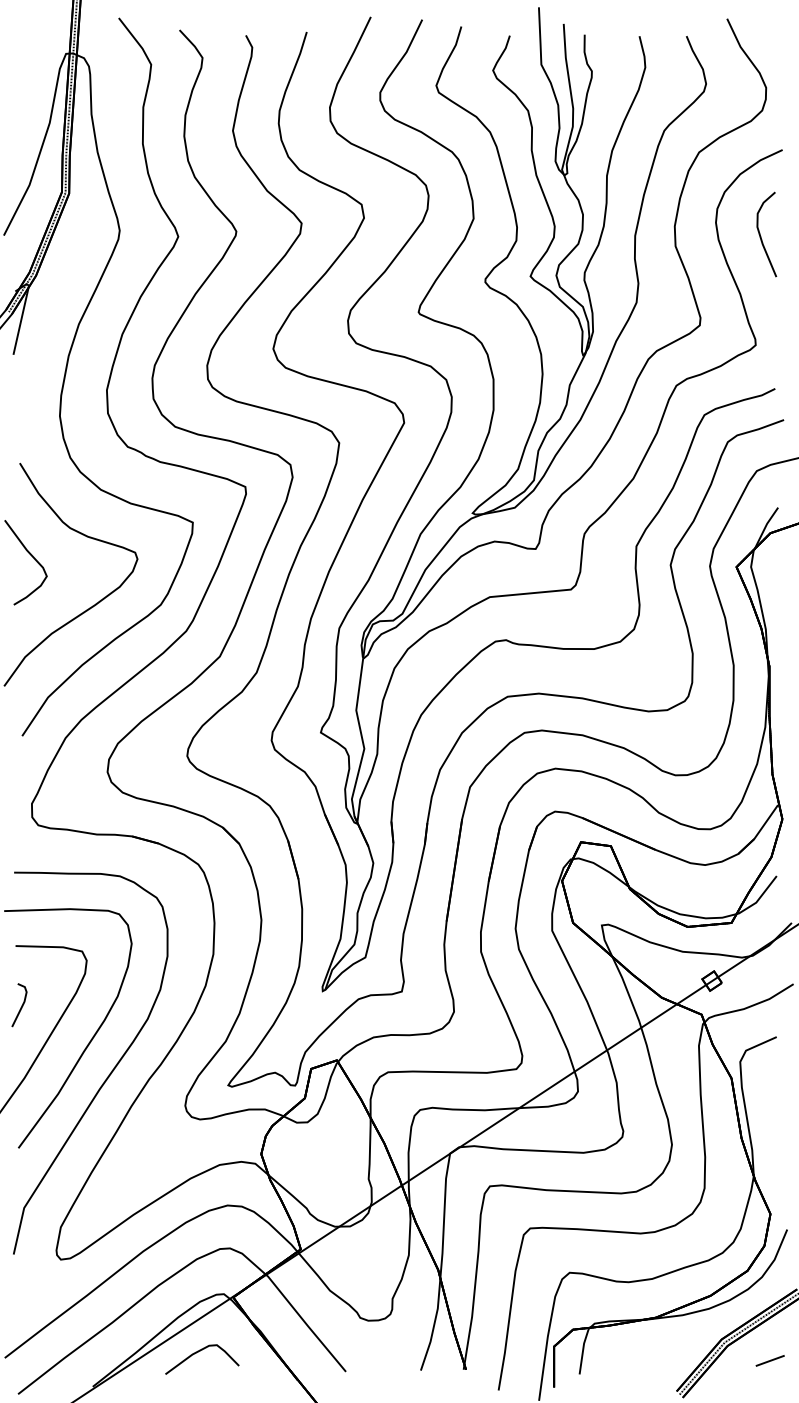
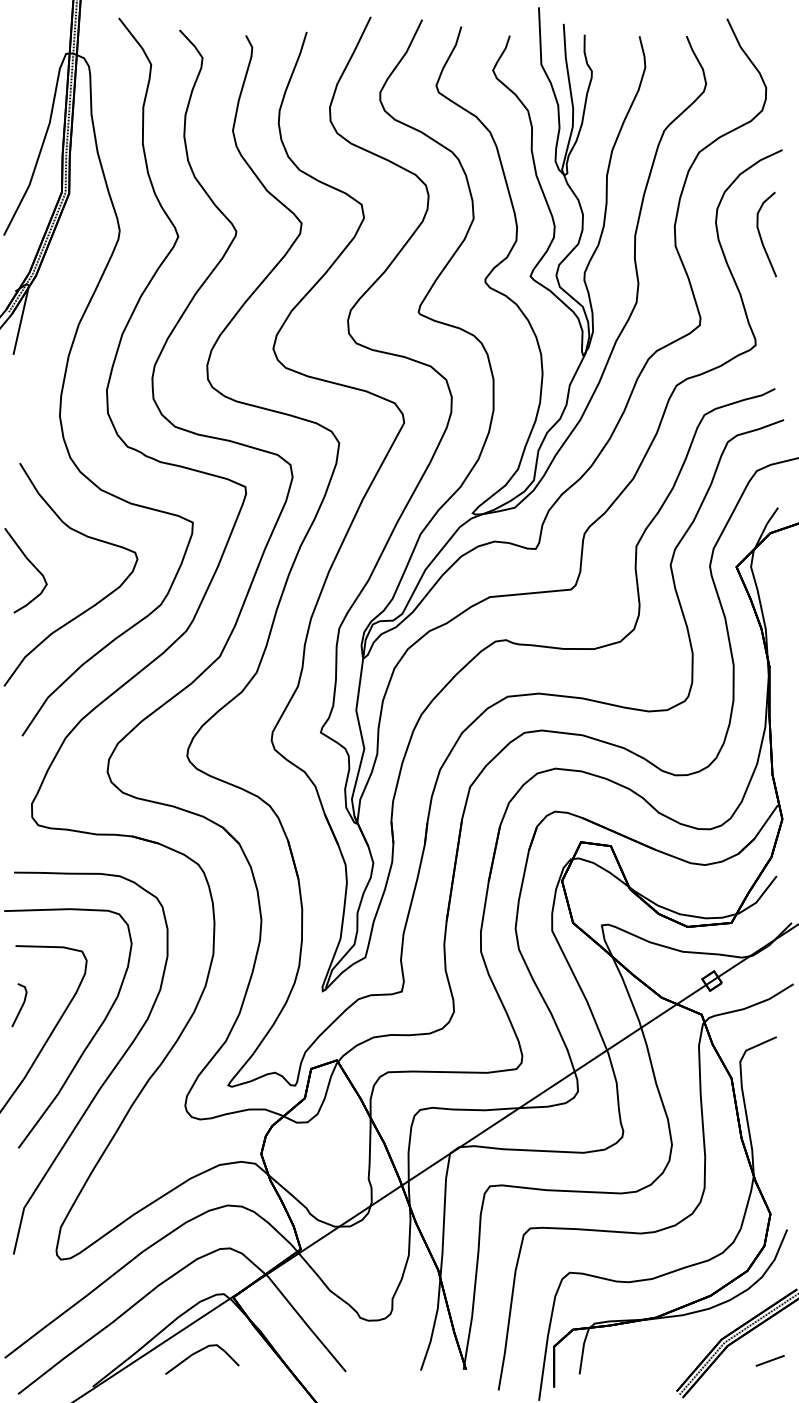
part at (31, 556) position: (31, 556) -> (31, 564)
